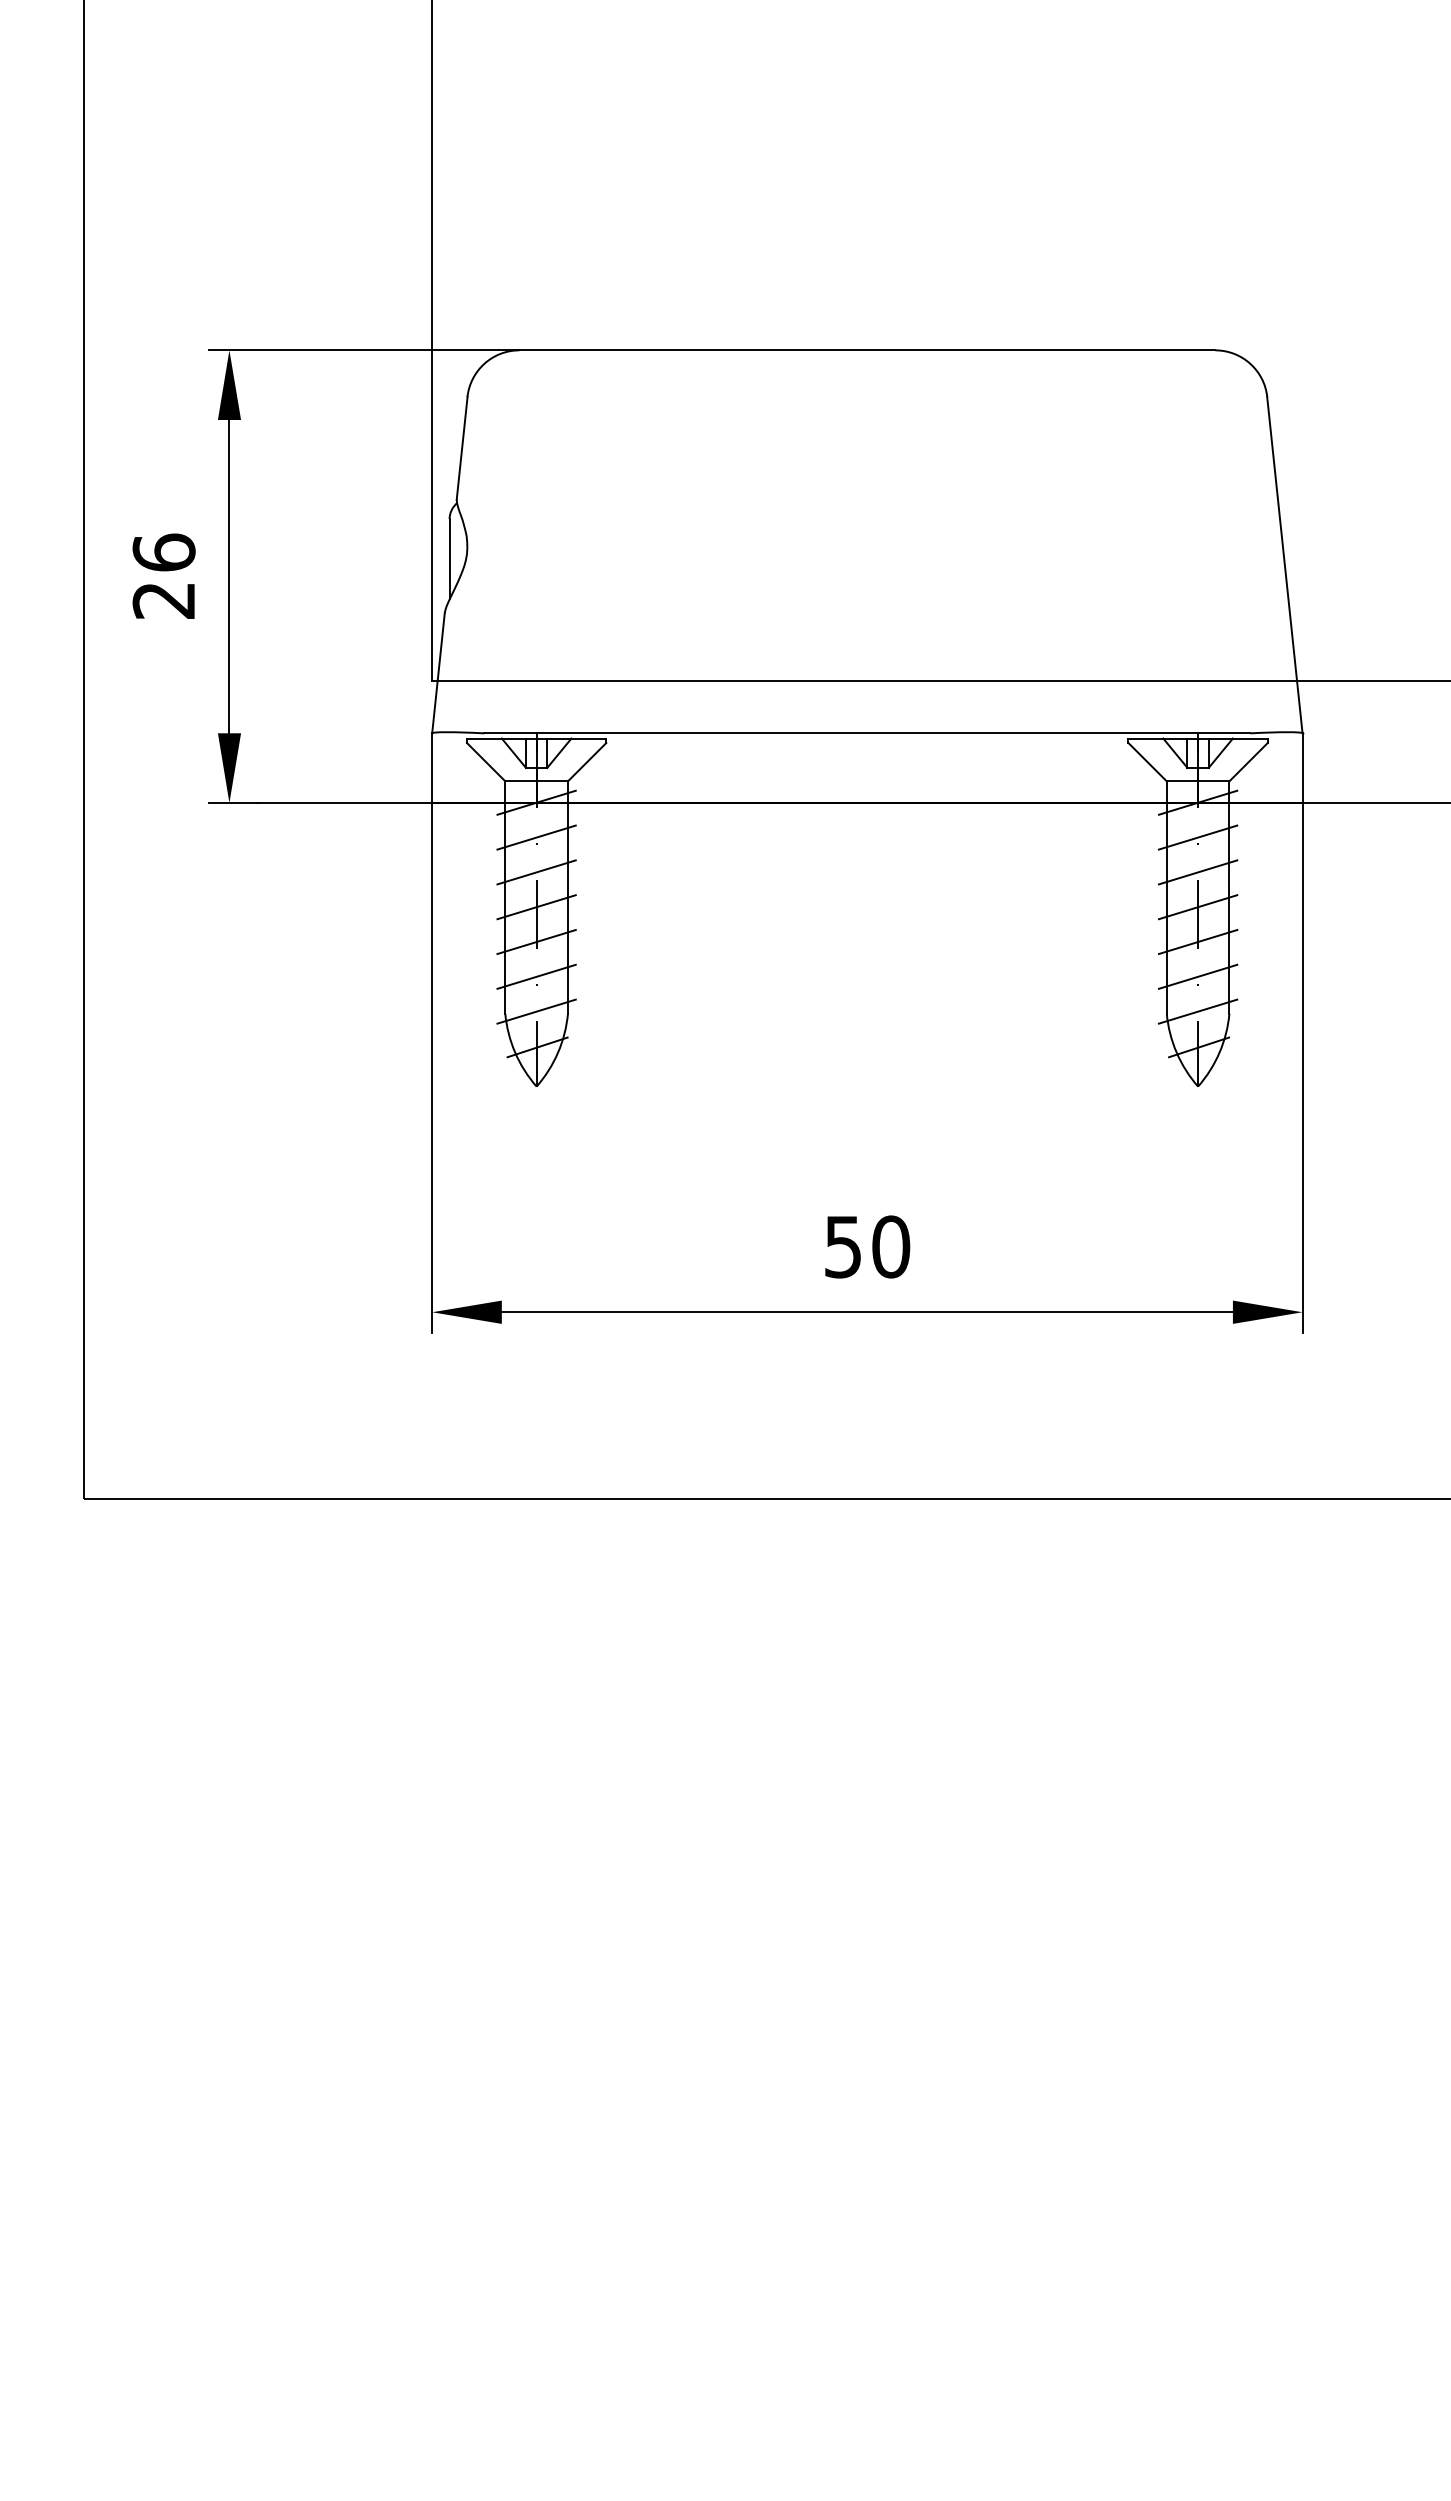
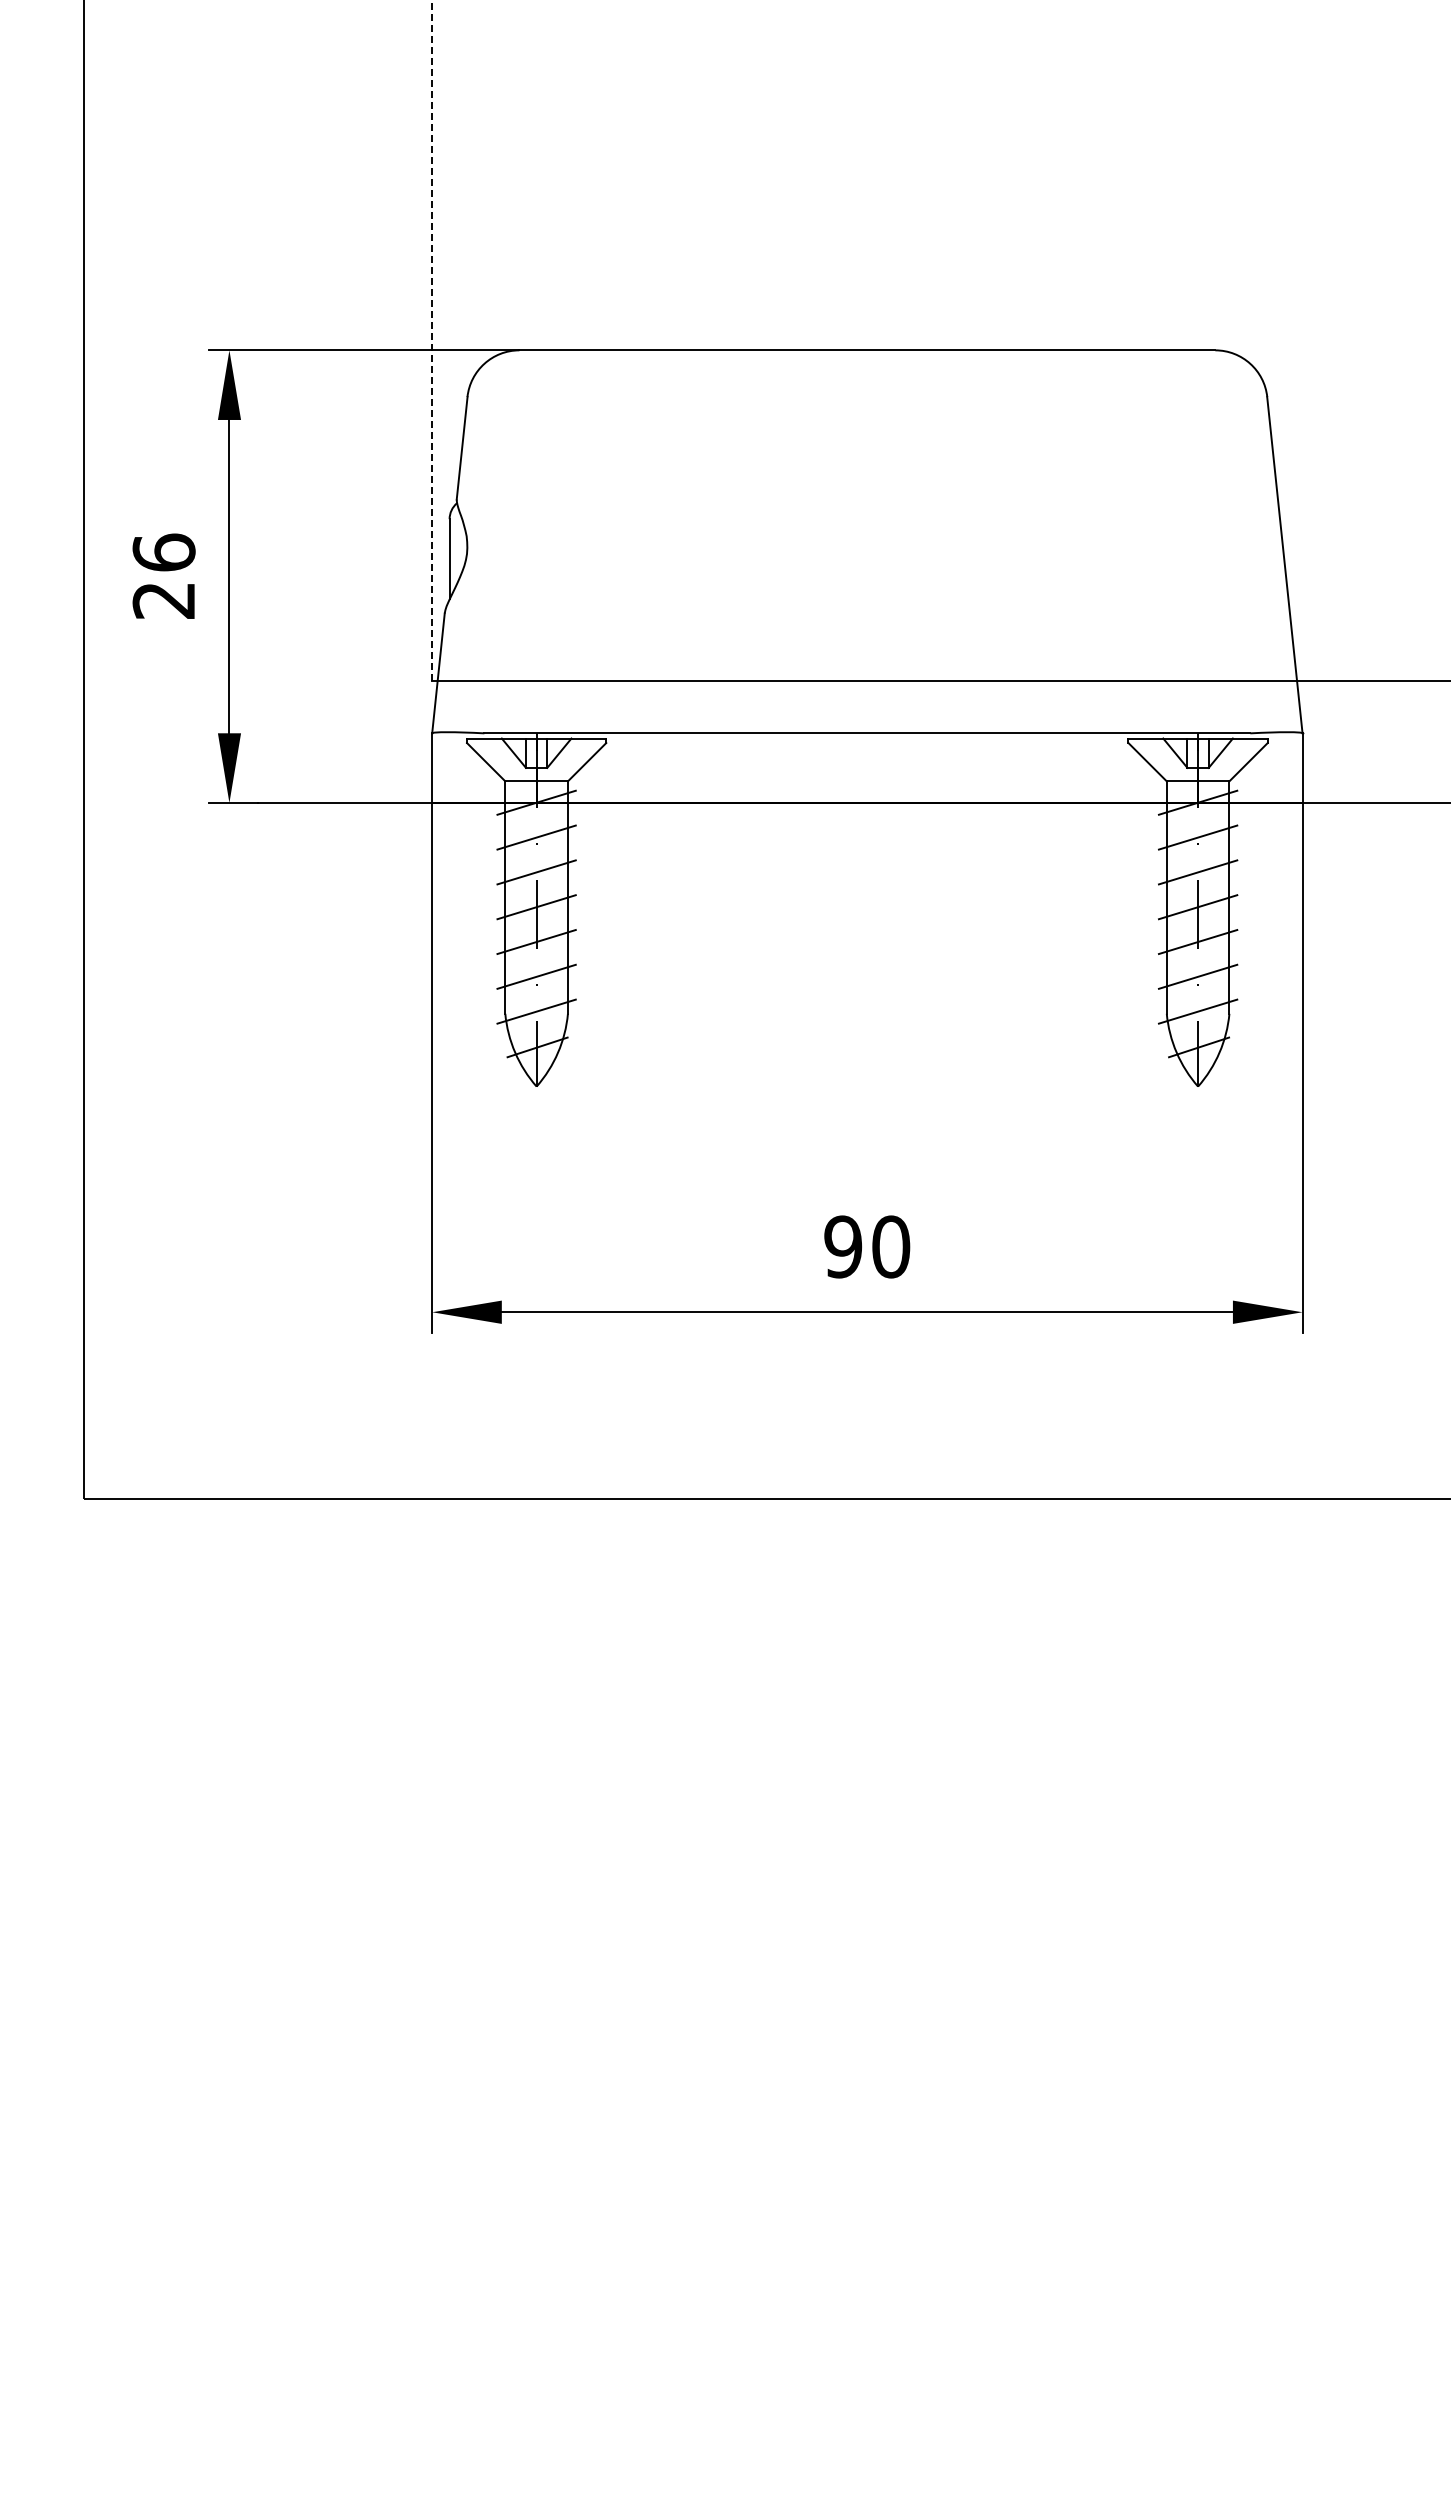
line at (432, 340): solid -> dashed
text at (843, 1246): 50 -> 90
